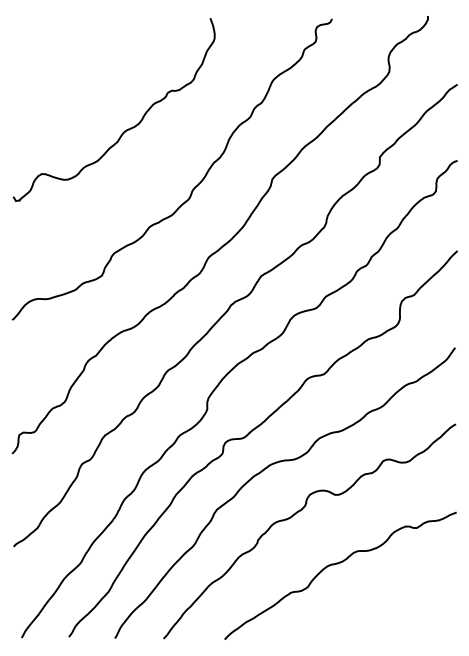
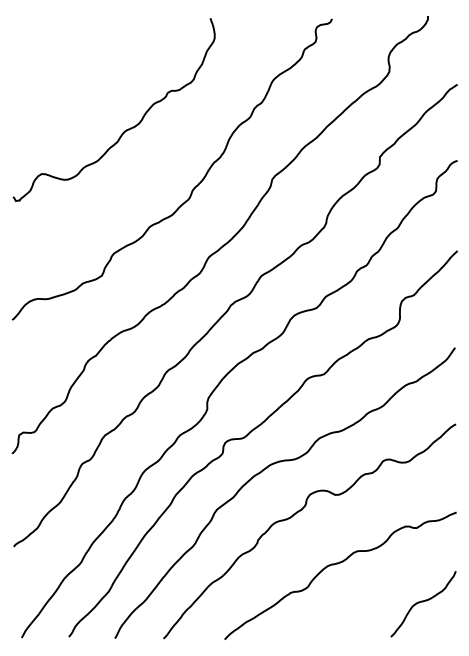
curve at (423, 602): none -> present
